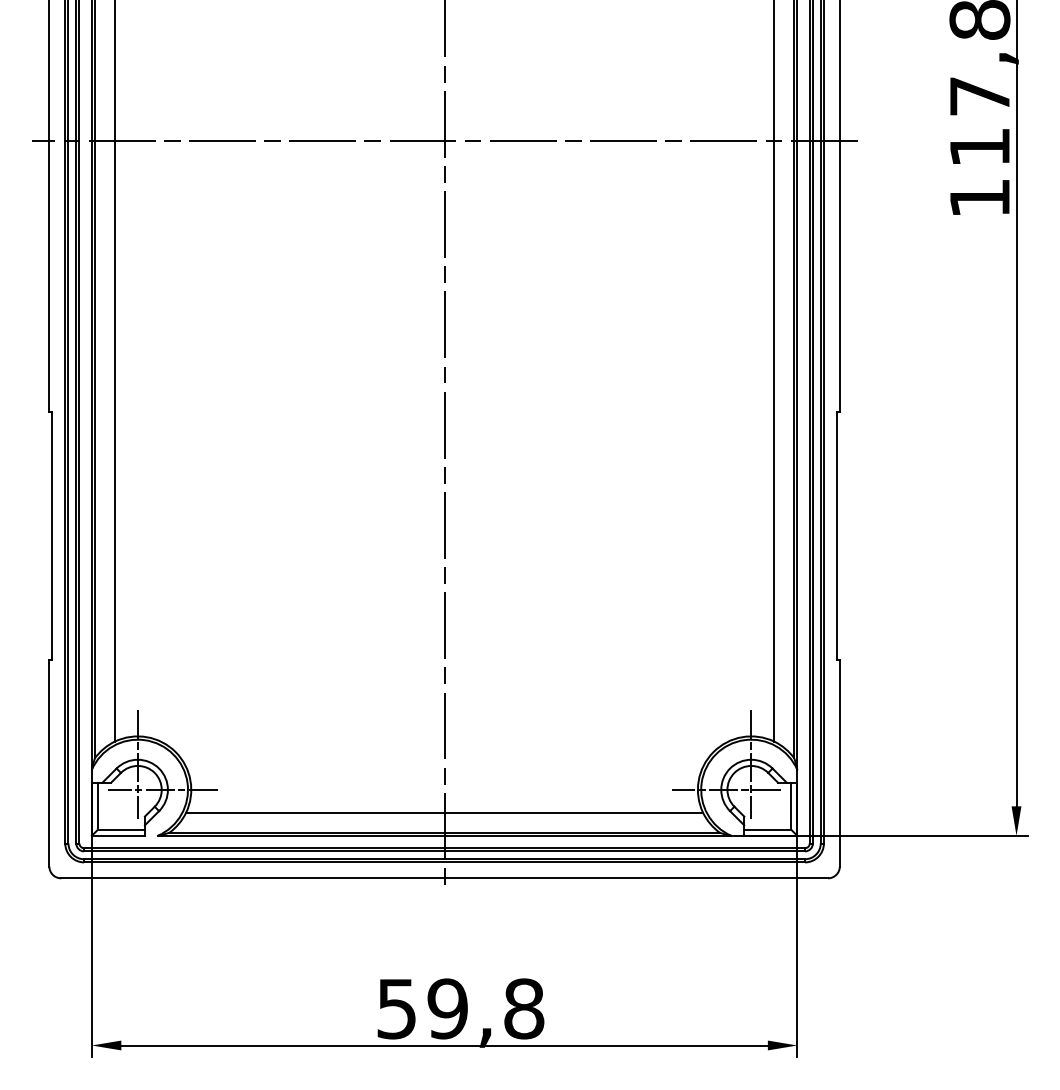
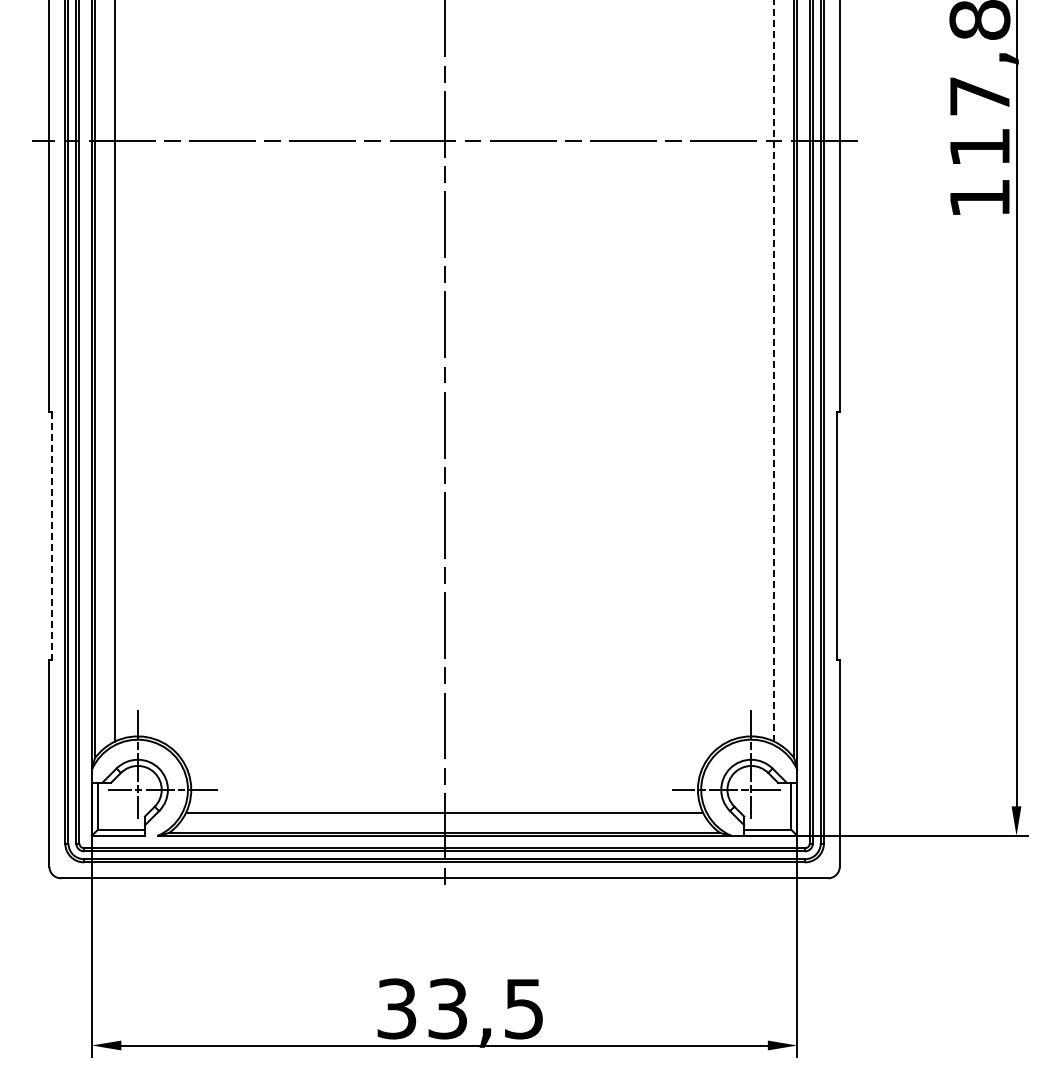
line at (774, 370): solid -> dashed
line at (52, 536): solid -> dashed
text at (460, 1008): 59,8 -> 33,5
